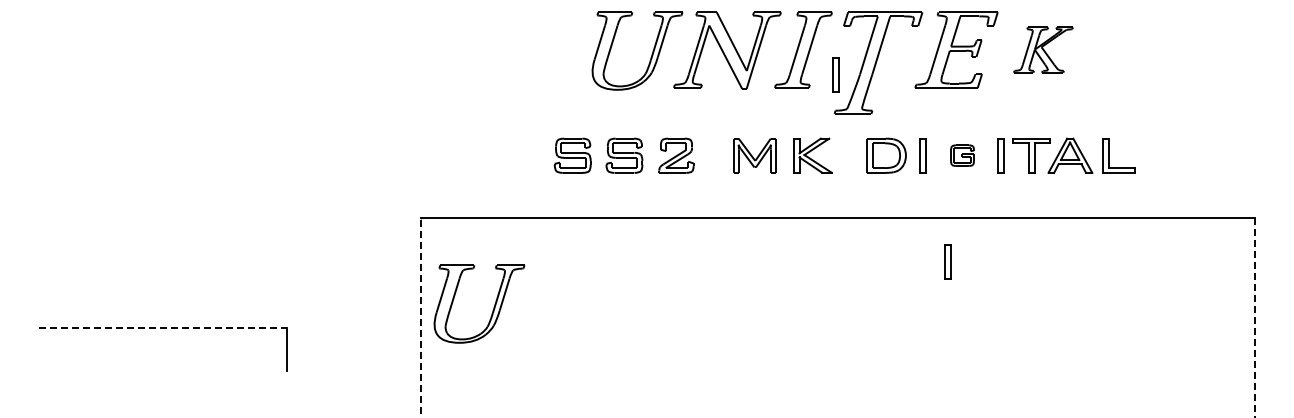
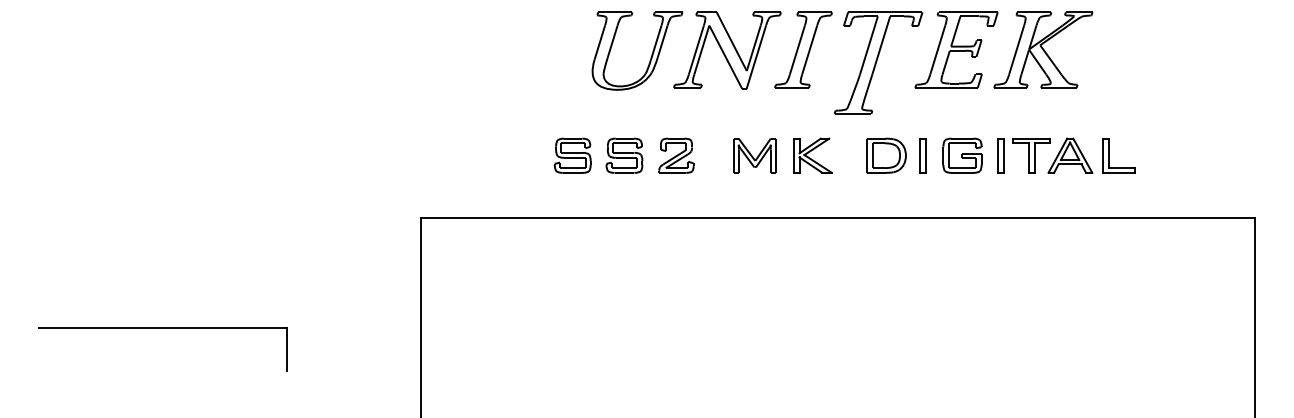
part at (1043, 49) size: 61x48 px -> 101x78 px
part at (835, 74): present -> none
part at (962, 155) size: 25x23 px -> 41x37 px
part at (947, 261): present -> none
part at (493, 307): present -> none
line at (420, 317): dashed -> solid
line at (1255, 317): dashed -> solid
line at (163, 327): dashed -> solid
